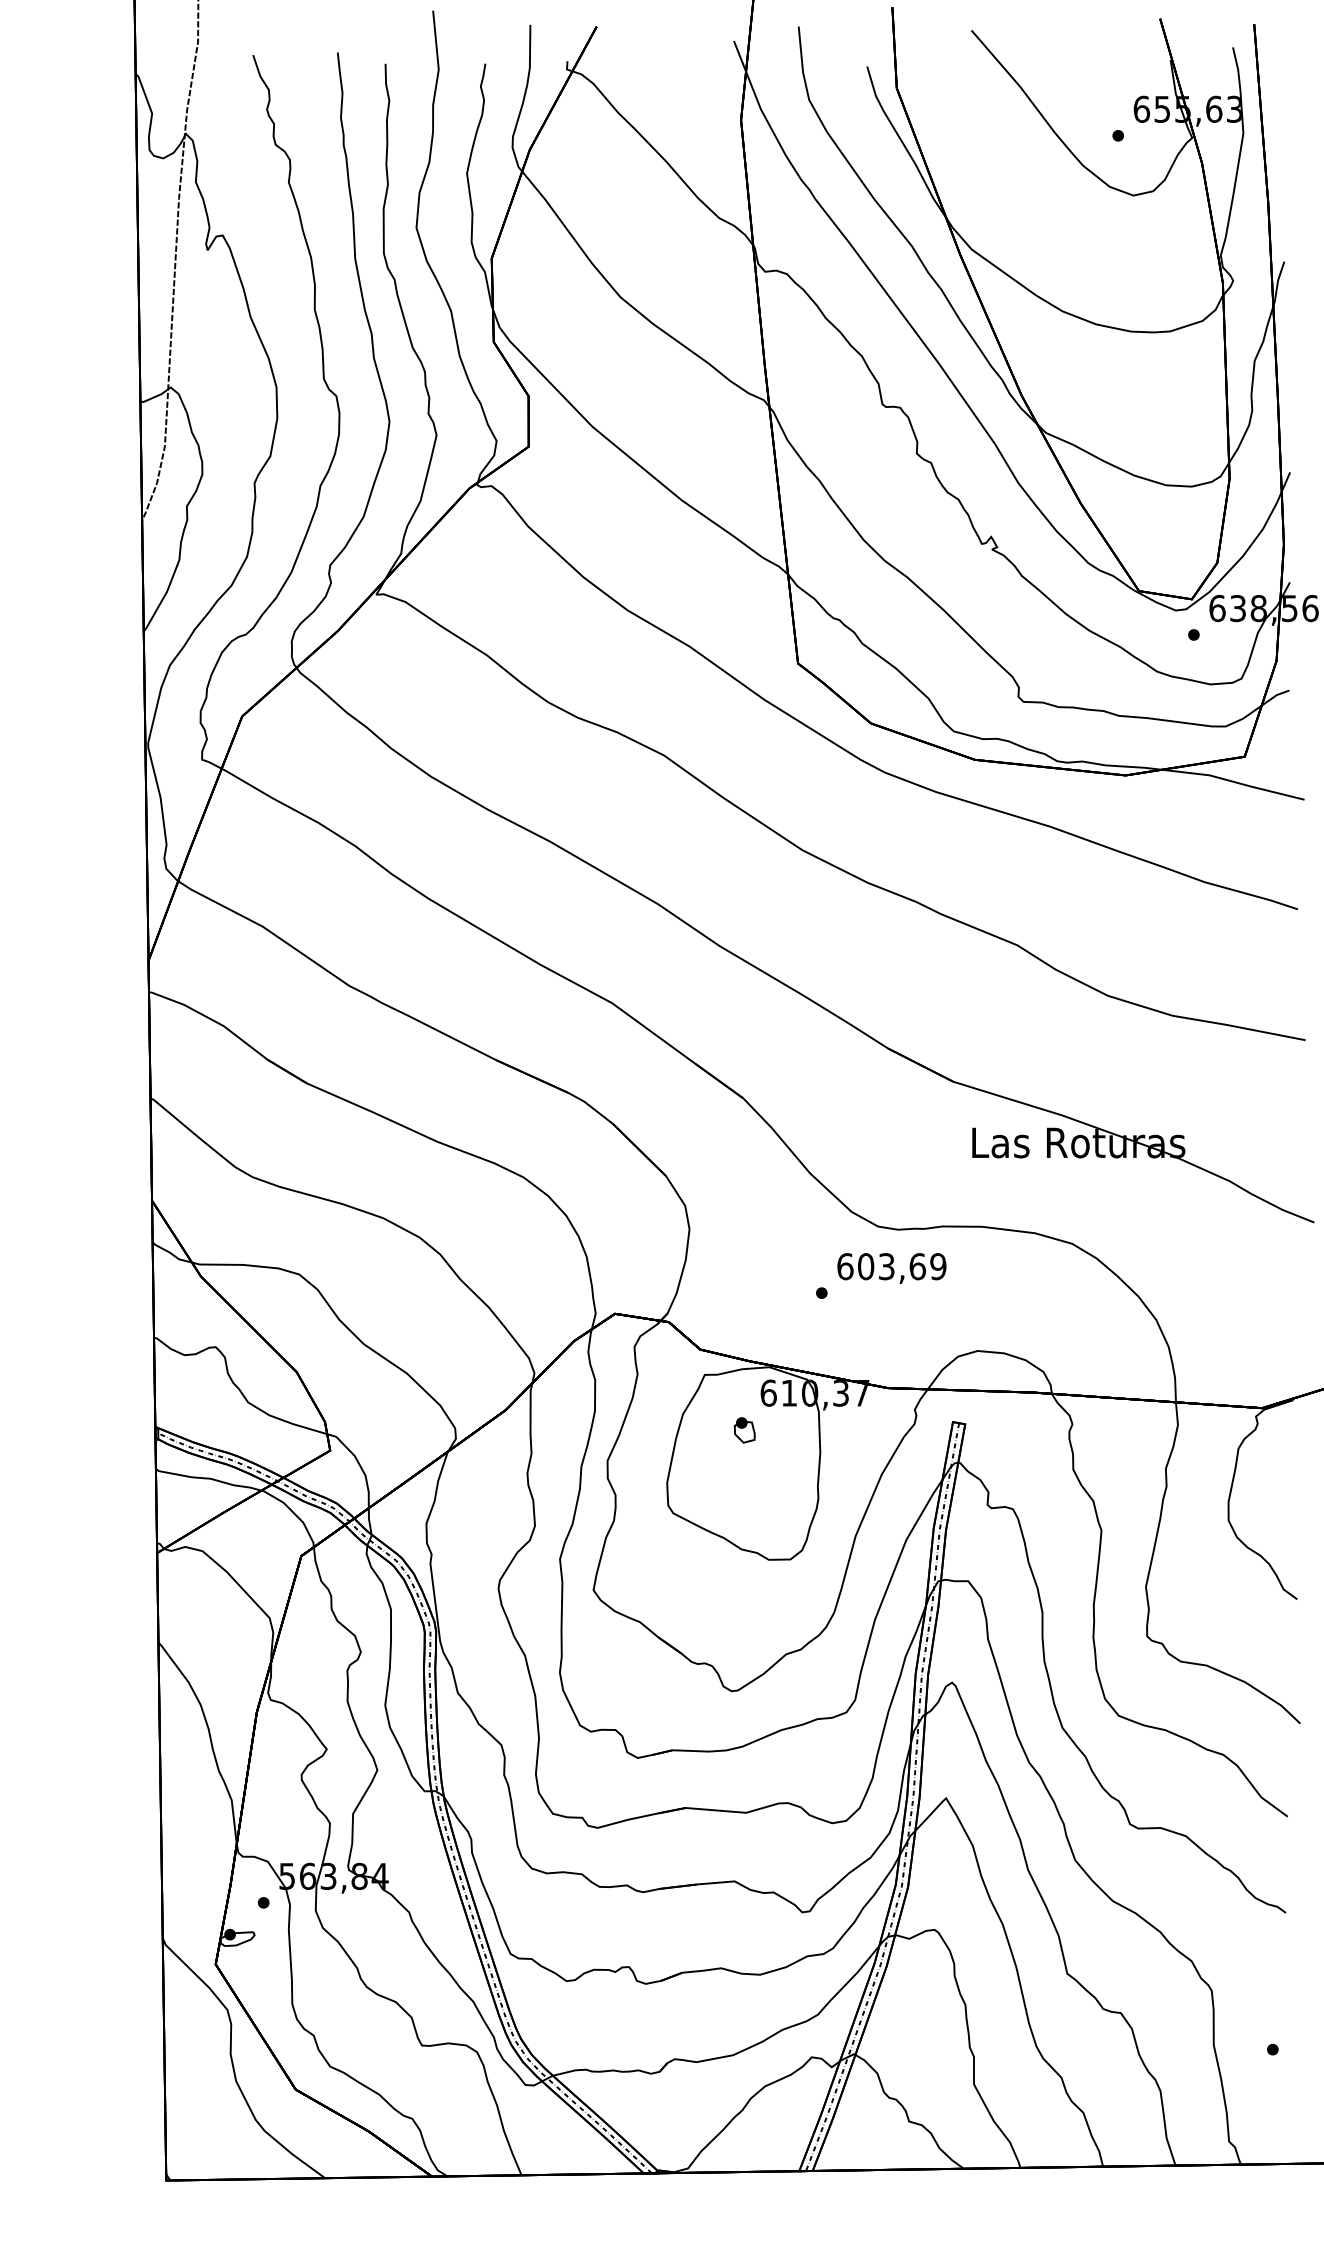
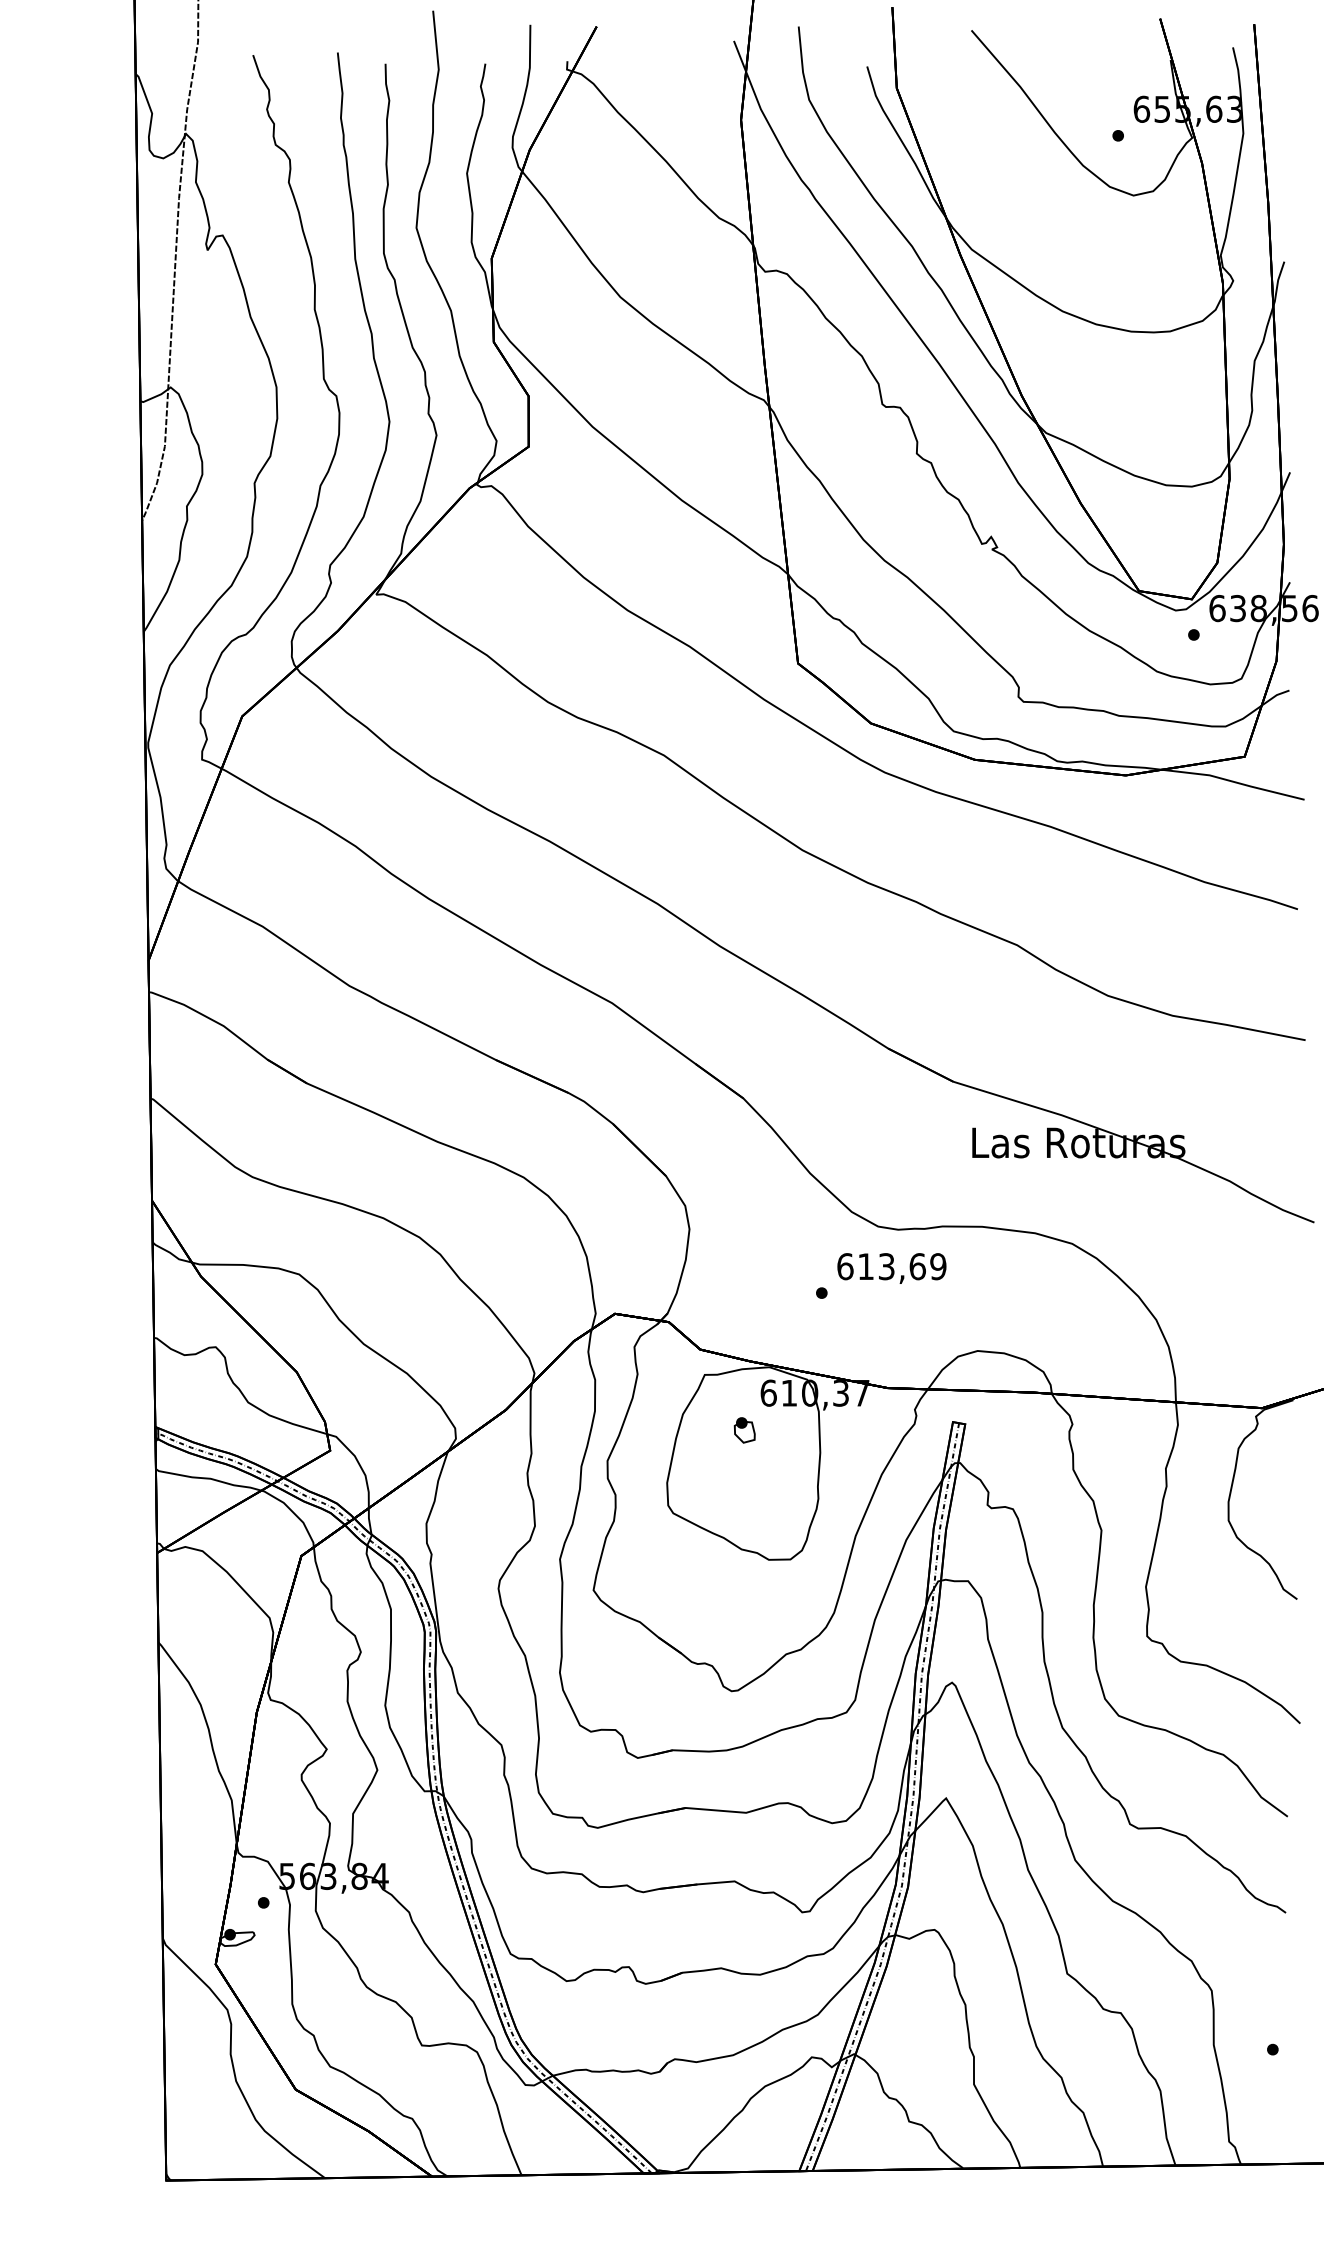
text at (866, 1266): 603,69 -> 613,69
